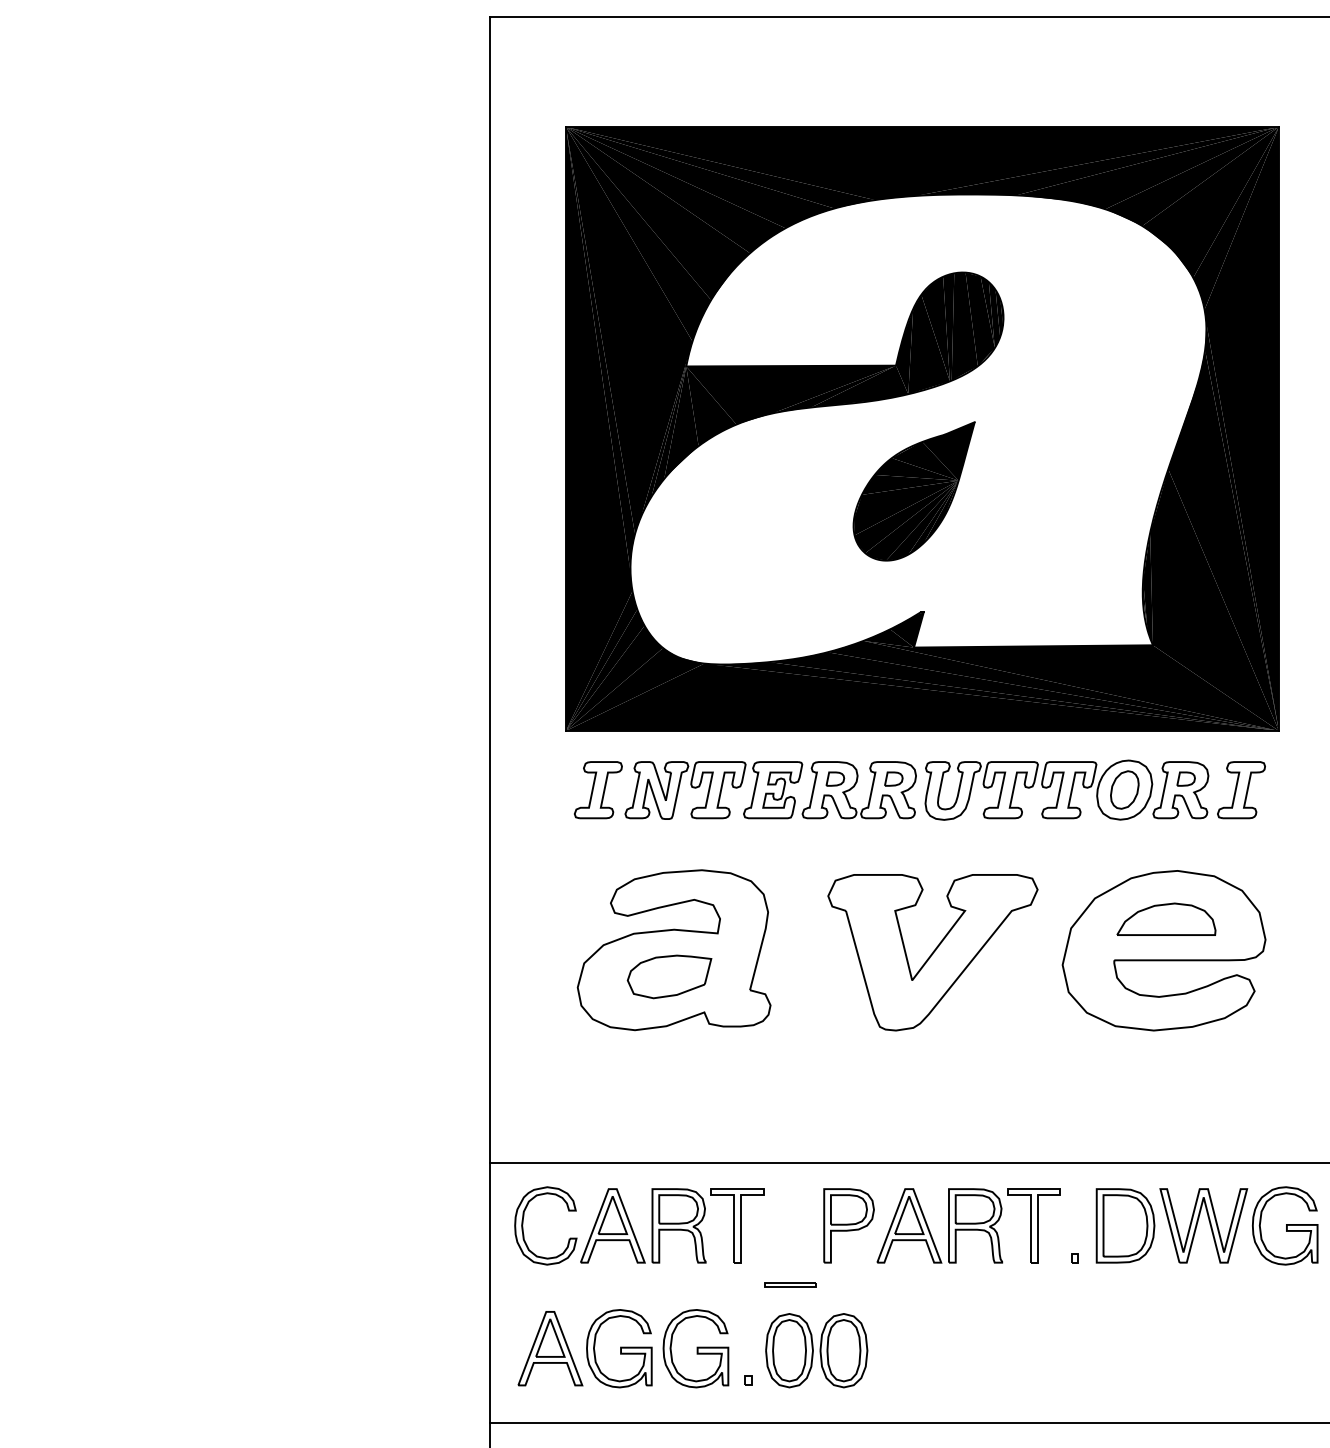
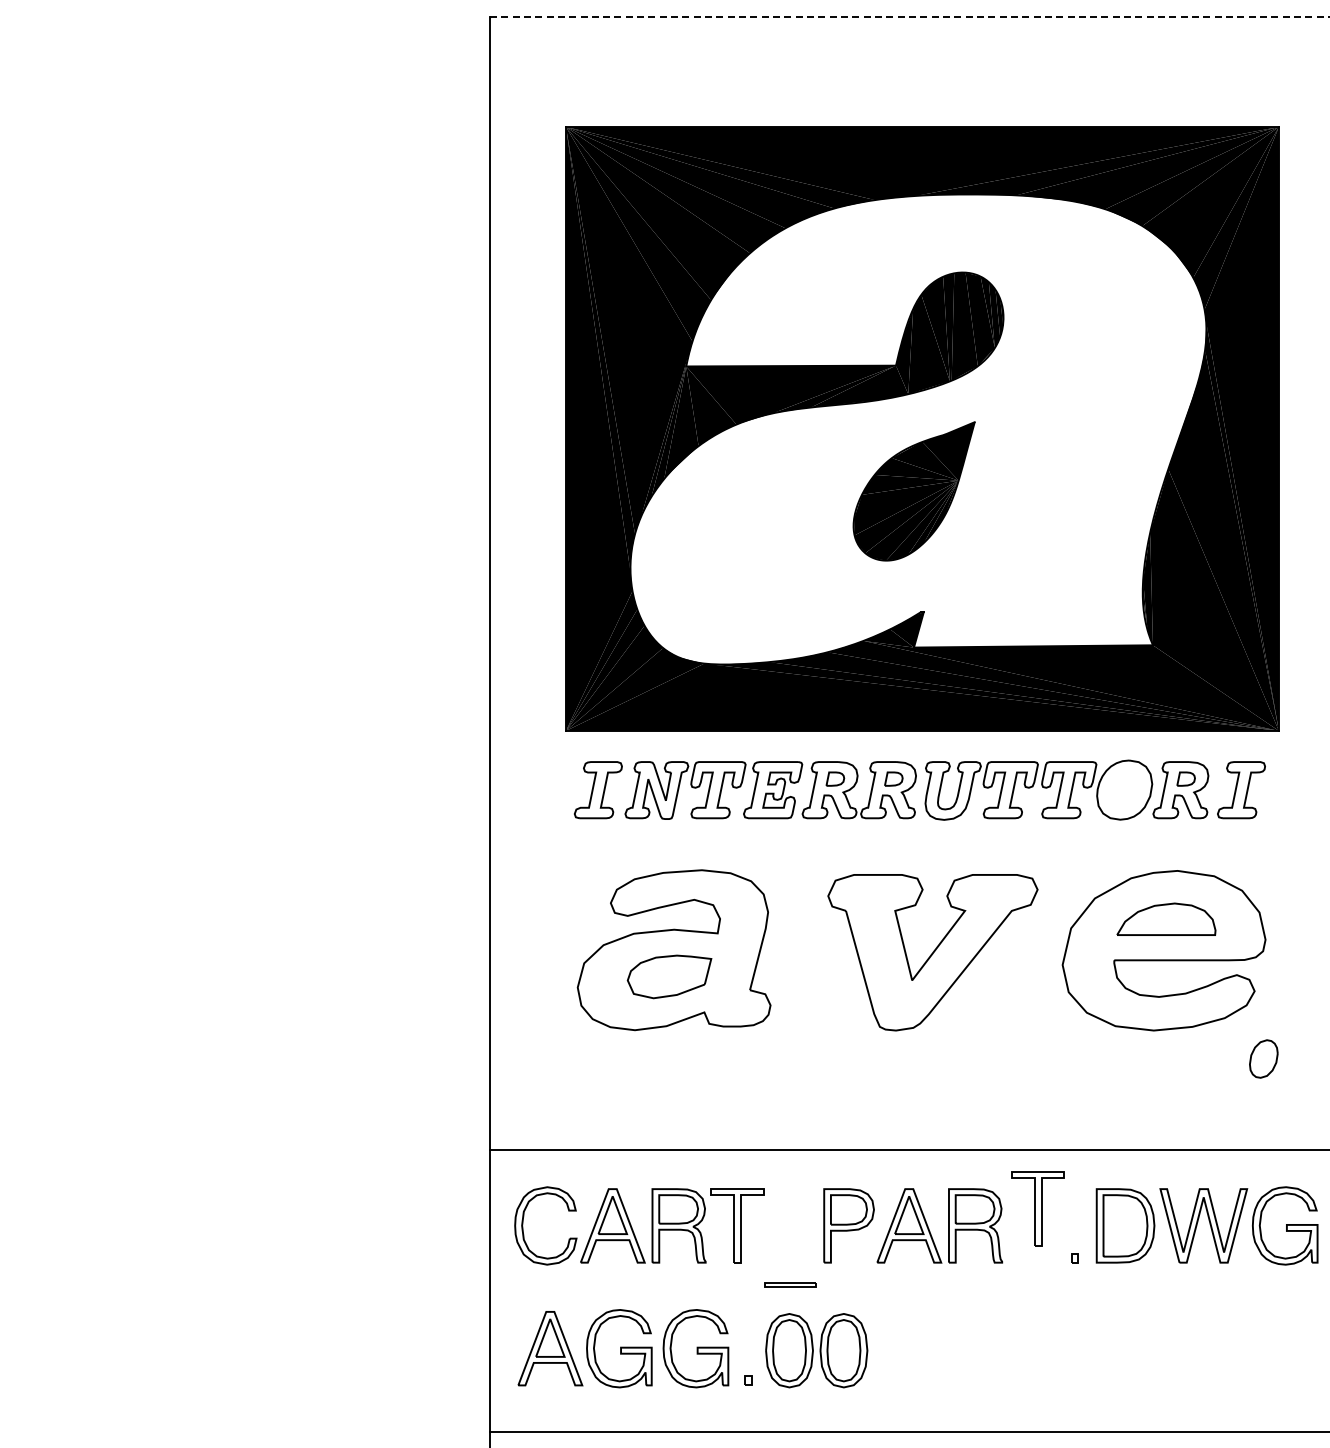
line at (910, 16): solid -> dashed
part at (1124, 789) position: (1124, 789) -> (1263, 1058)
line at (907, 1163) position: (907, 1163) -> (907, 1150)
part at (1033, 1225) position: (1033, 1225) -> (1037, 1208)
line at (907, 1422) position: (907, 1422) -> (907, 1431)
